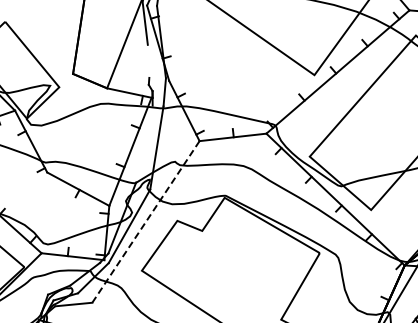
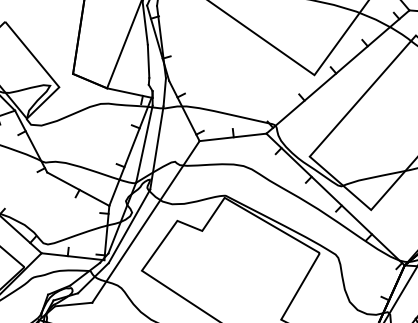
line at (148, 60): none -> present
line at (144, 143): none -> present
line at (145, 221): dashed -> solid
